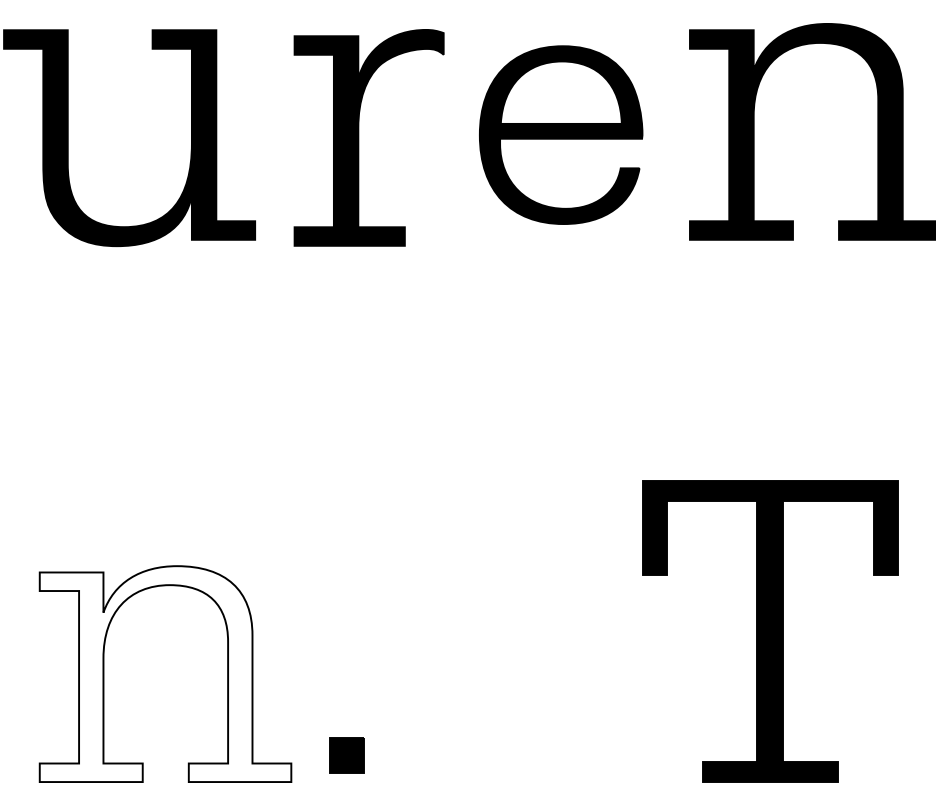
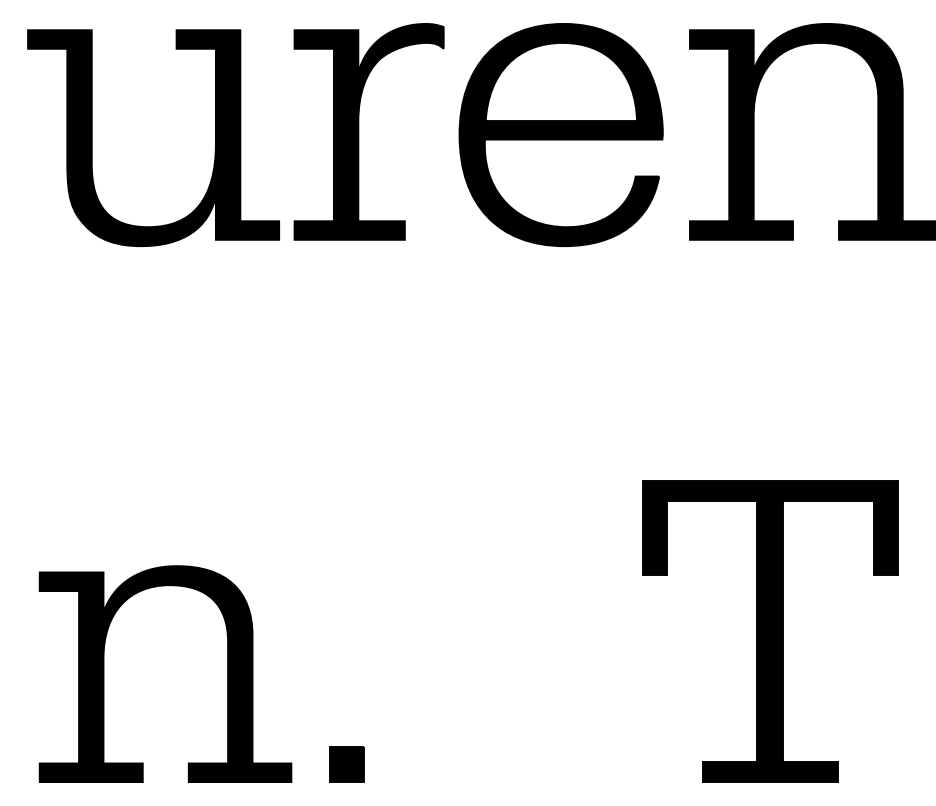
part at (561, 134) size: 165x180 px -> 206x225 px
part at (359, 137) position: (359, 137) -> (359, 131)
part at (68, 138) position: (68, 138) -> (92, 138)
fill at (165, 674): none -> present
part at (346, 755) position: (346, 755) -> (346, 764)
